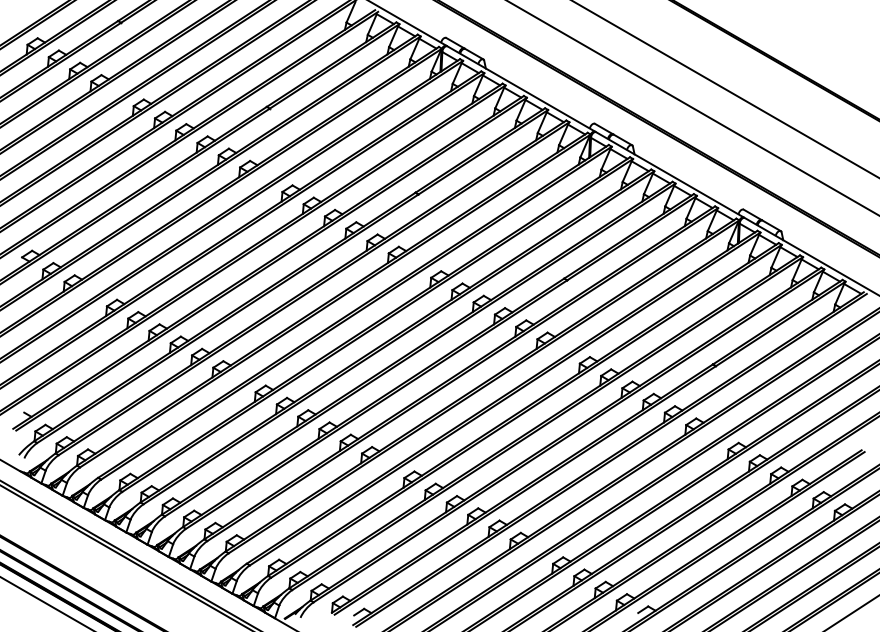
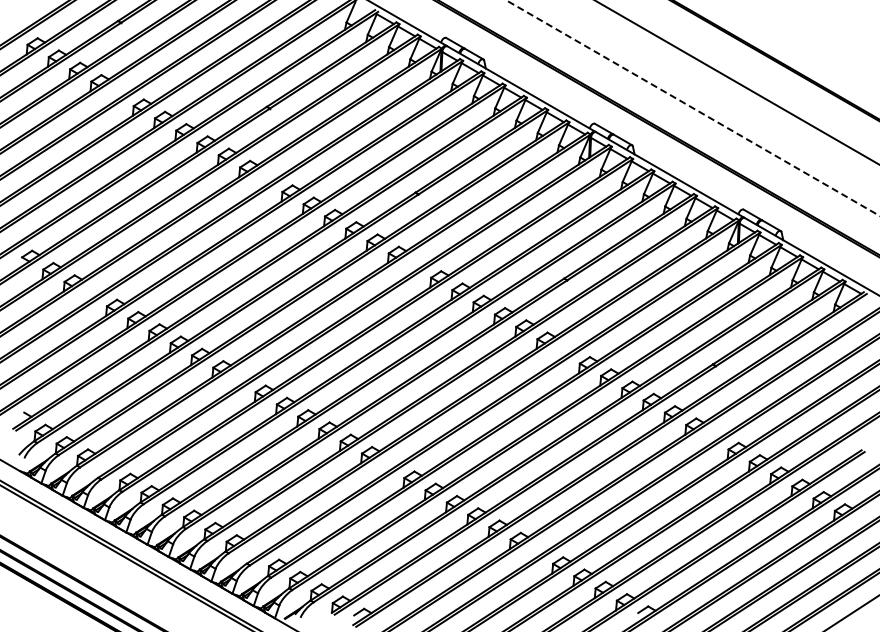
line at (725, 89) position: (725, 89) -> (737, 82)
line at (692, 107): solid -> dashed
line at (46, 603): present -> none
